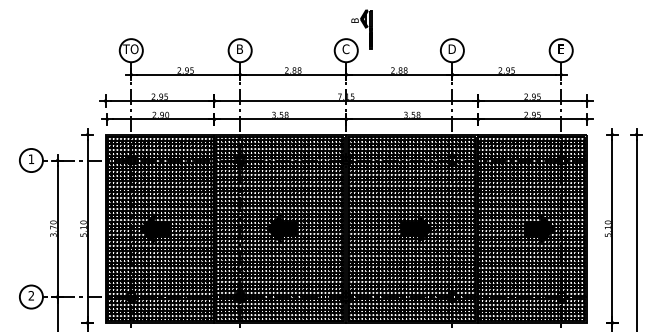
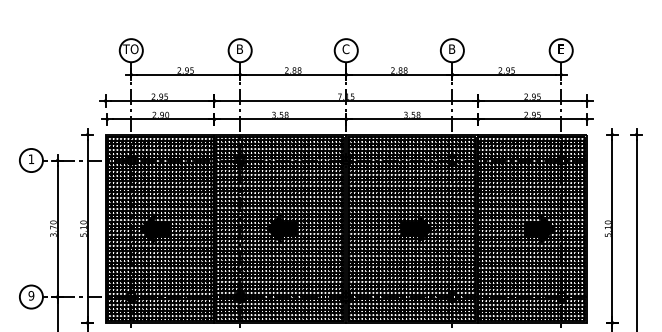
part at (361, 29): present -> none
text at (451, 48): D -> B
text at (31, 295): 2 -> 9
